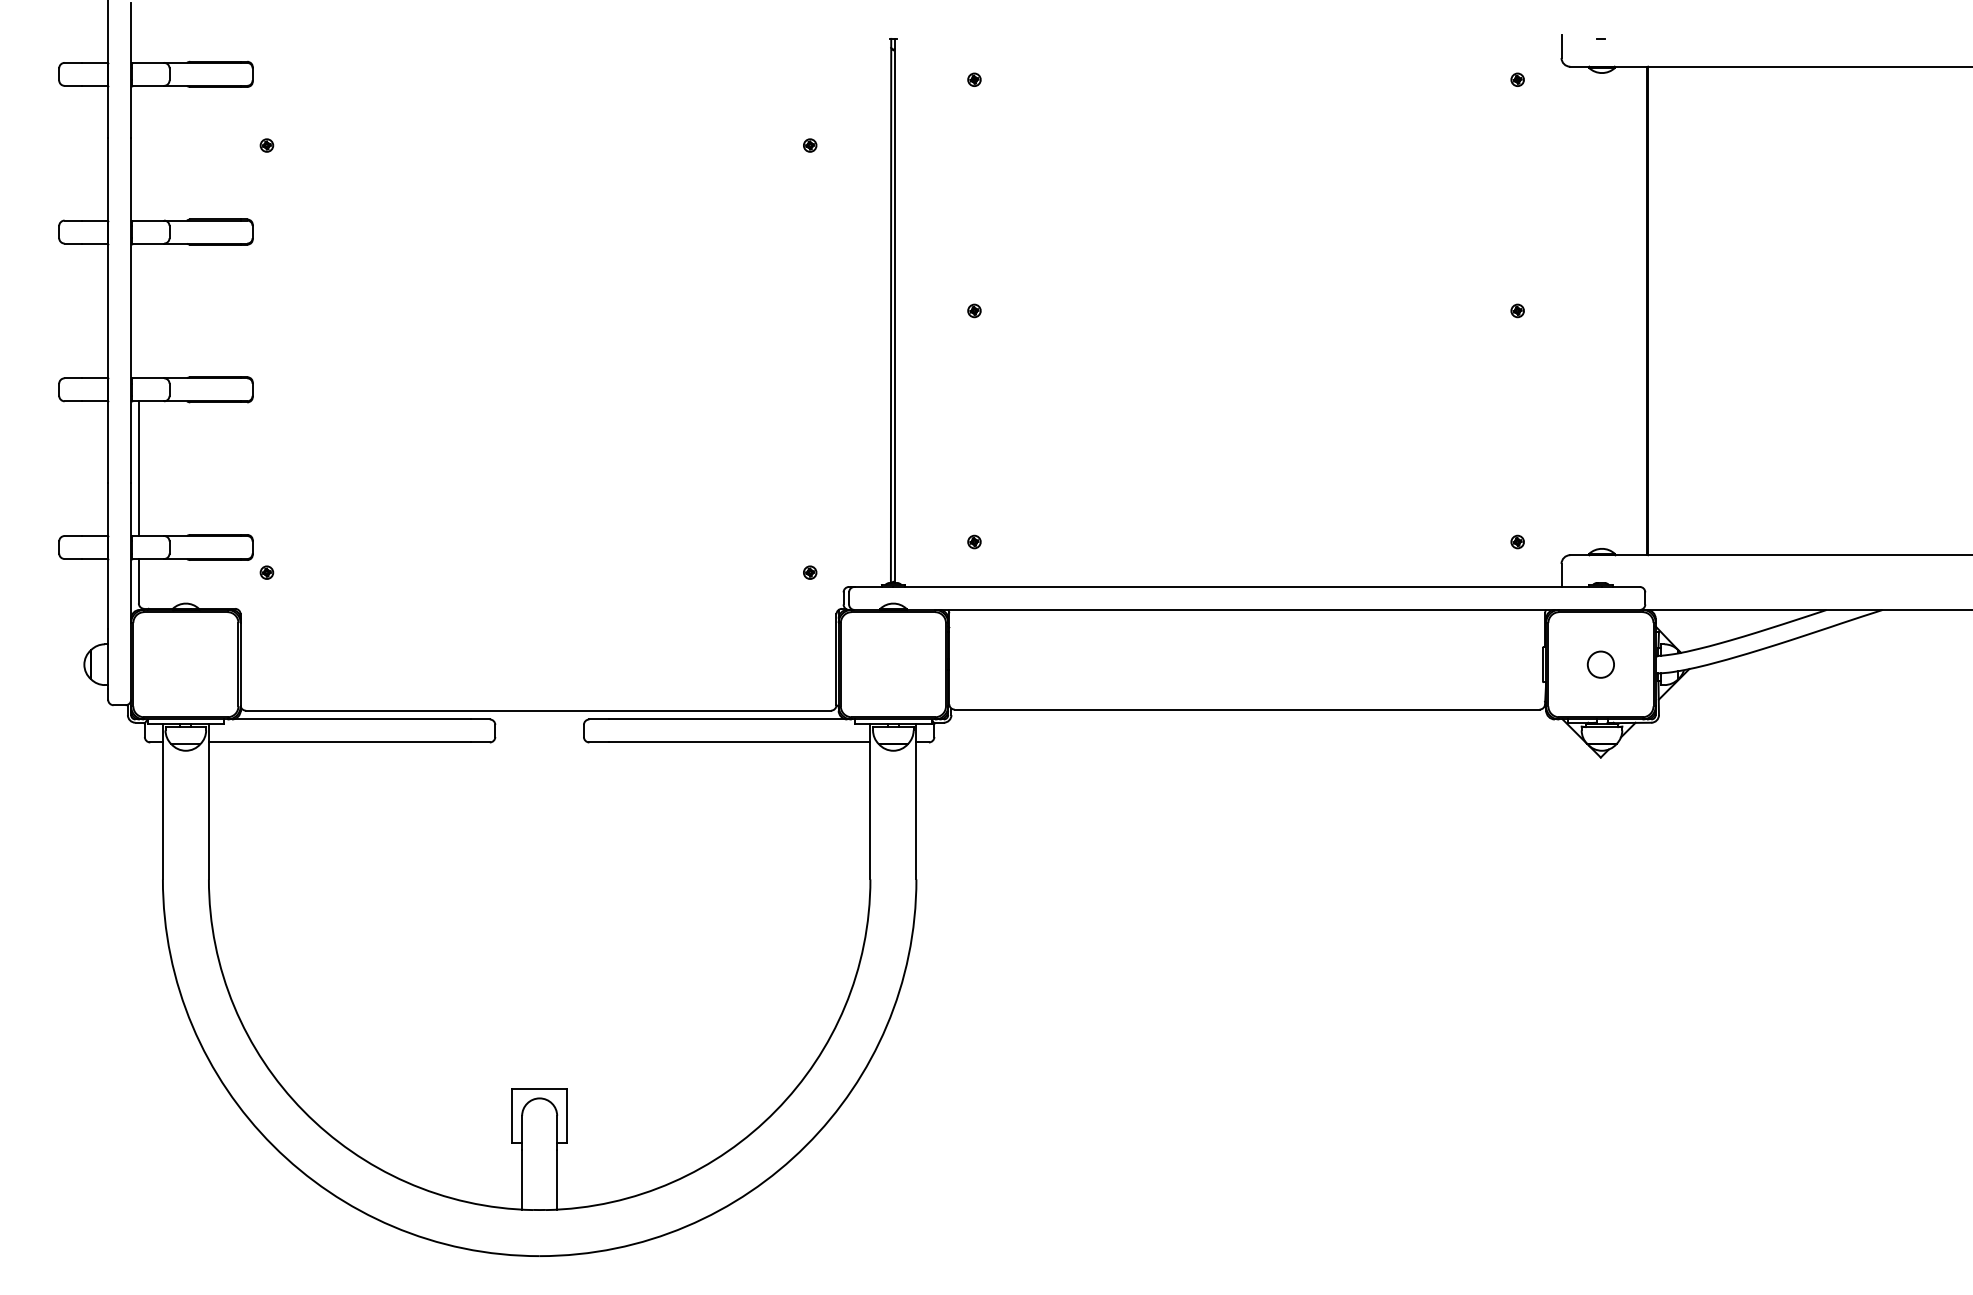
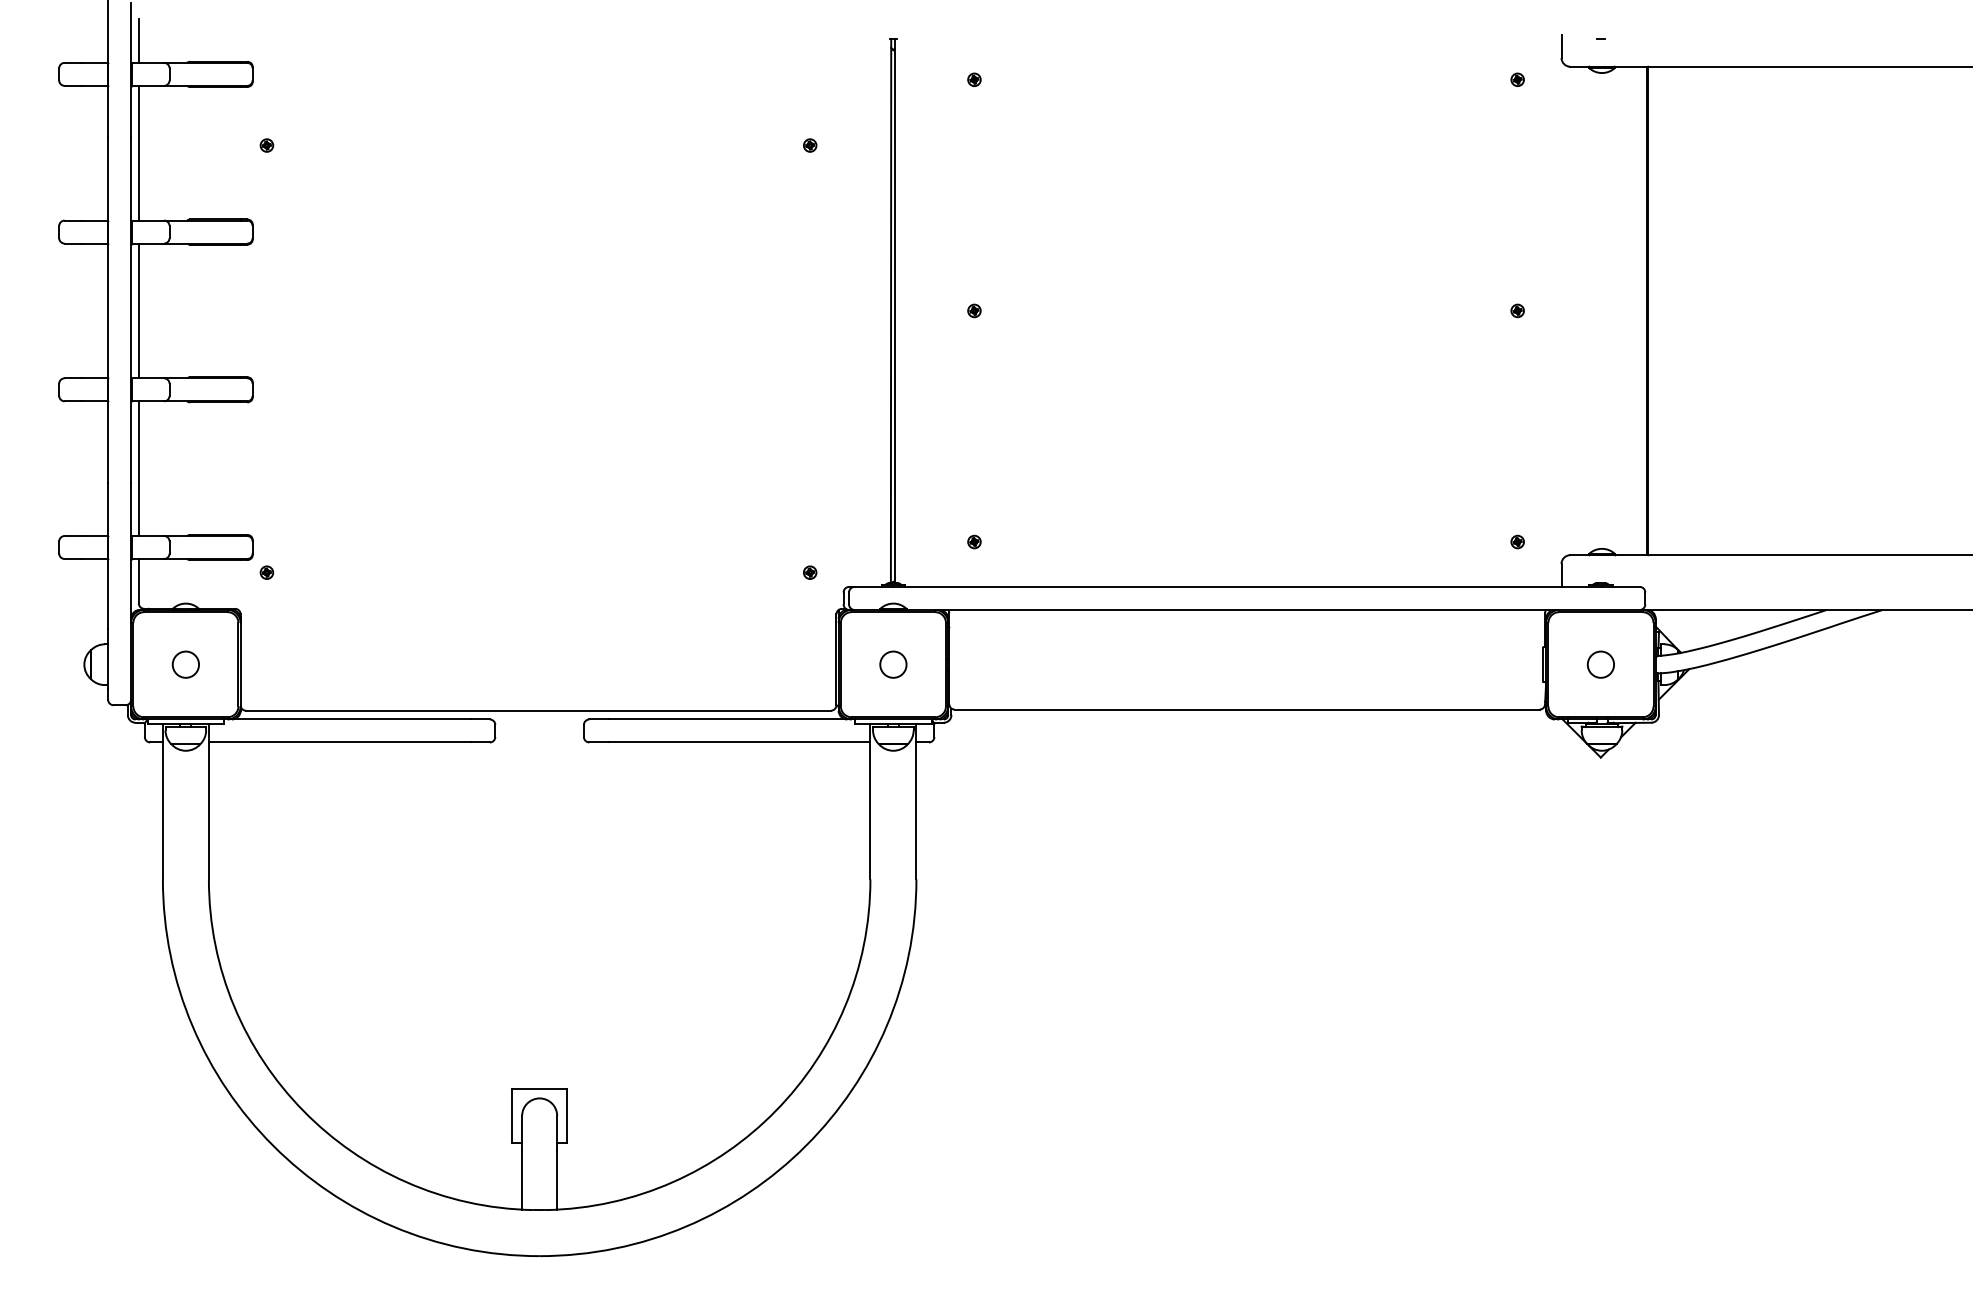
line at (138, 40): none -> present
line at (138, 152): none -> present
line at (138, 310): none -> present
circle at (185, 664): none -> present
circle at (893, 664): none -> present
